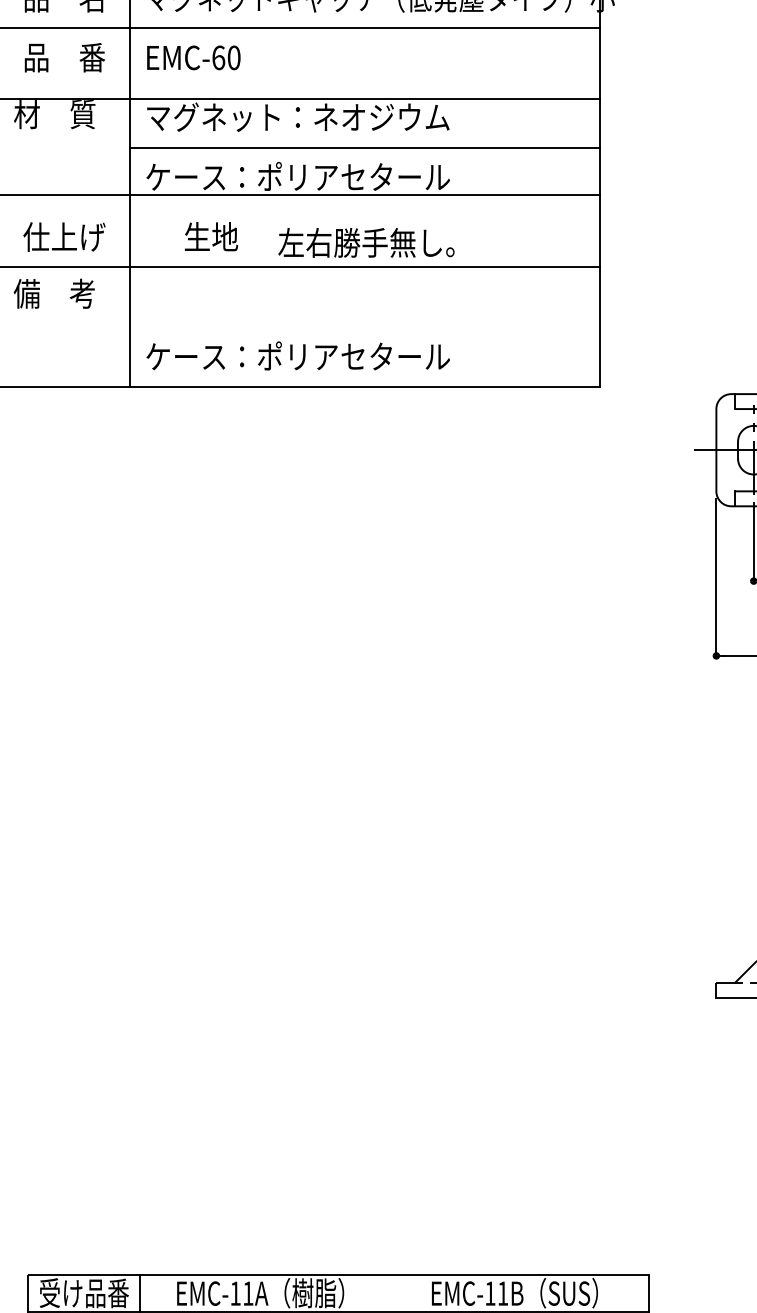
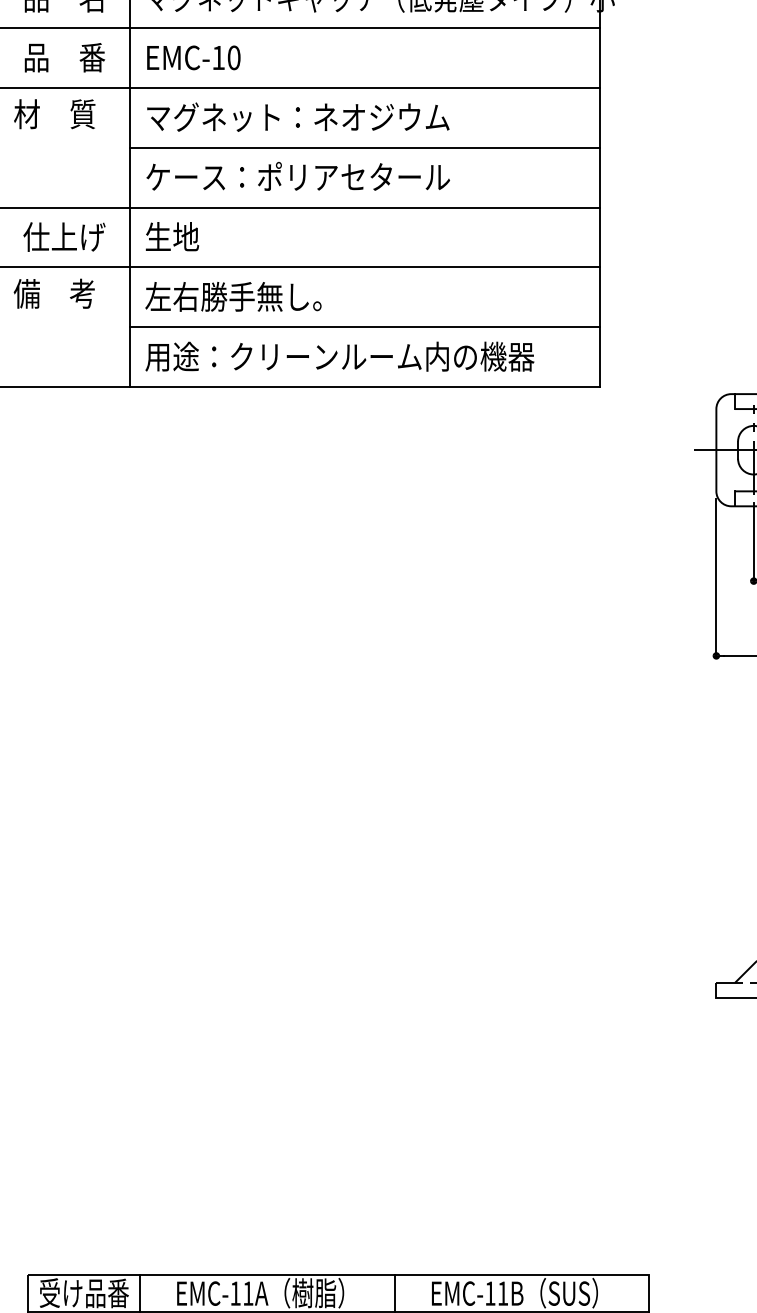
text at (218, 57): EMC-60 -> EMC-10
line at (301, 98) position: (301, 98) -> (301, 87)
line at (301, 194) position: (301, 194) -> (301, 207)
text at (210, 236) position: (210, 236) -> (171, 236)
text at (366, 242) position: (366, 242) -> (233, 296)
line at (364, 327): none -> present
text at (339, 356): ケース：ポリアセタール -> 用途：クリーンルーム内の機器
line at (394, 1291): none -> present
